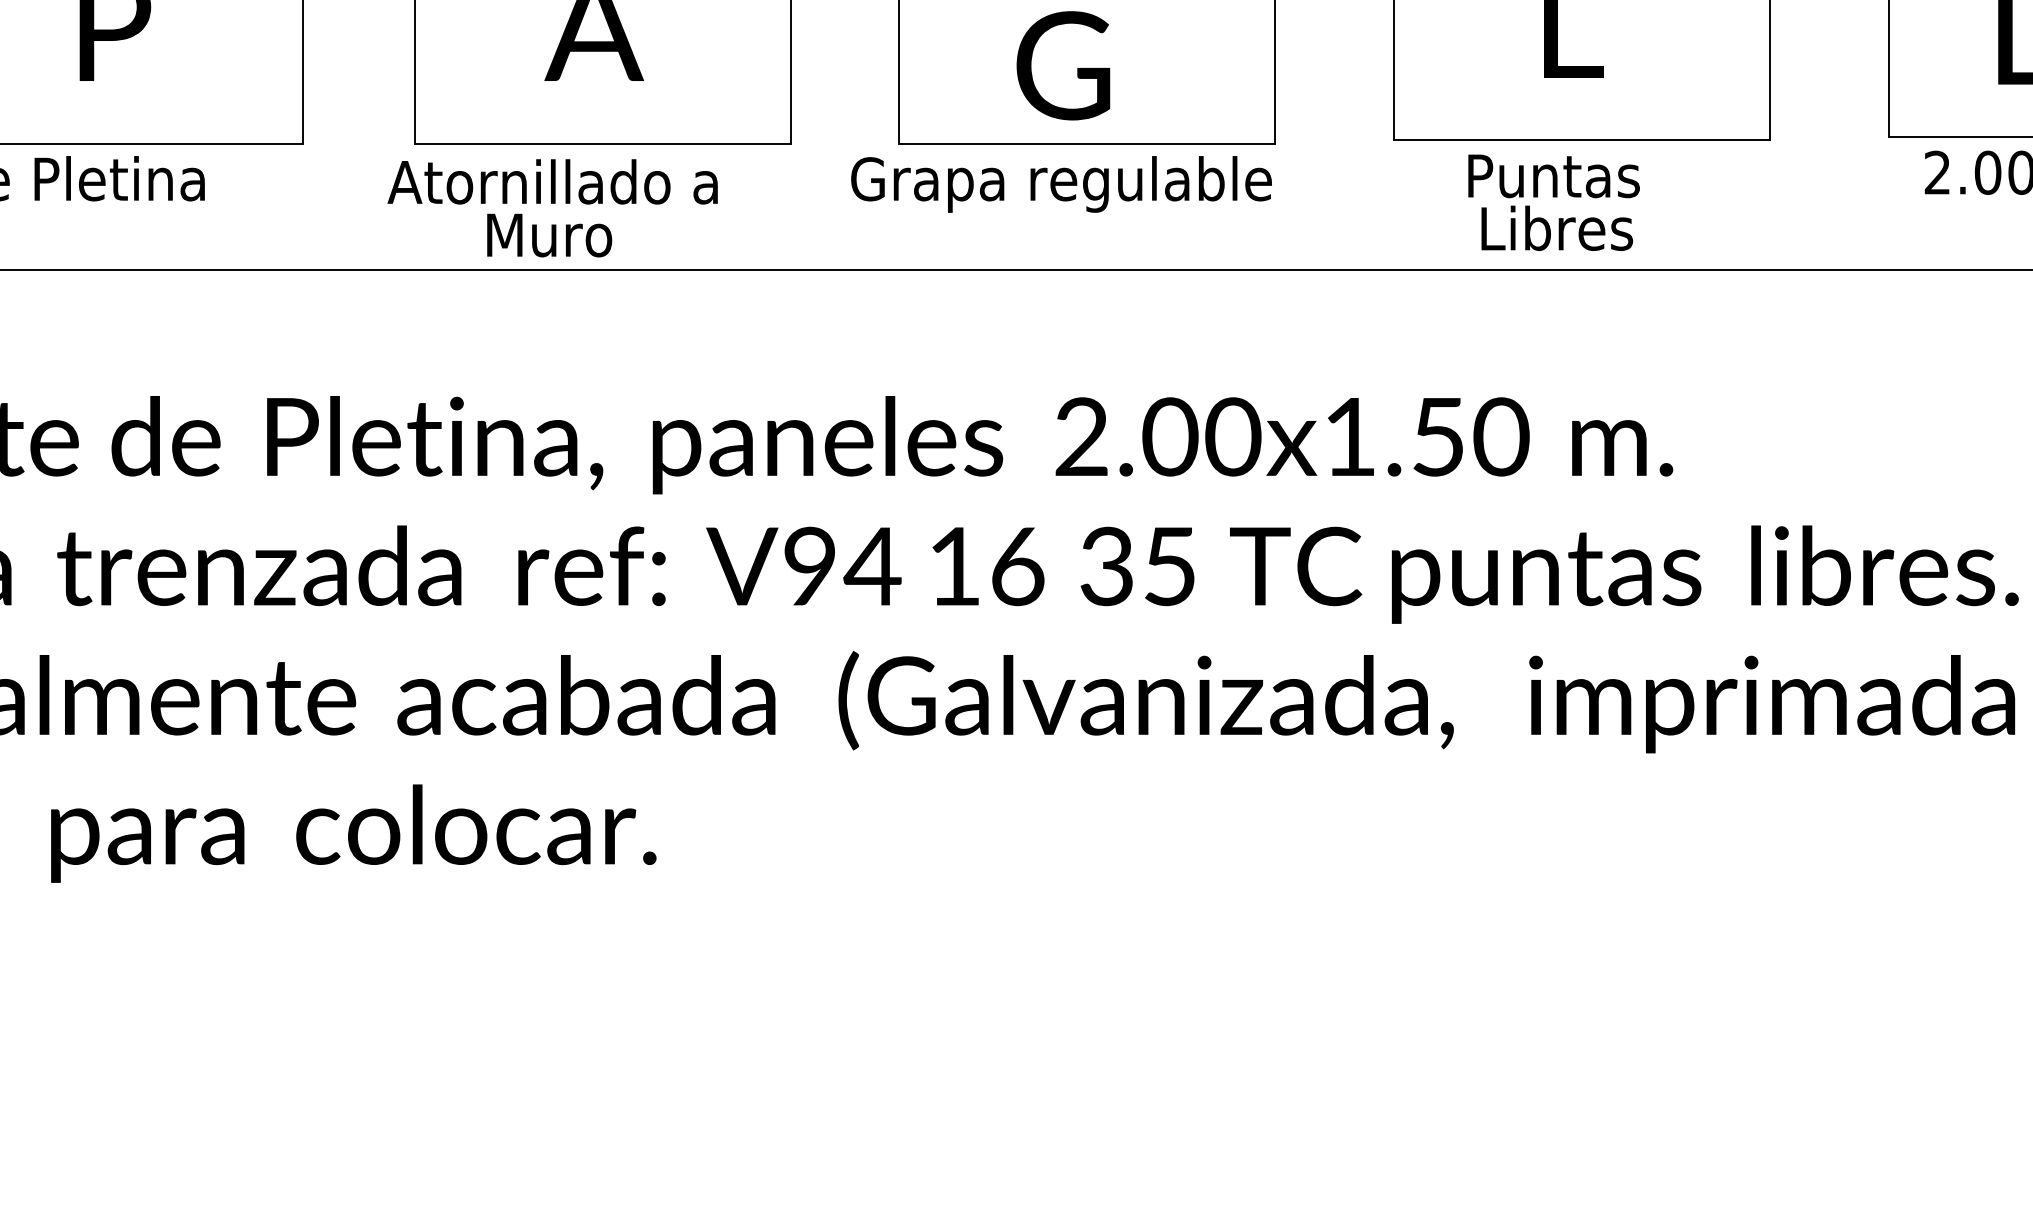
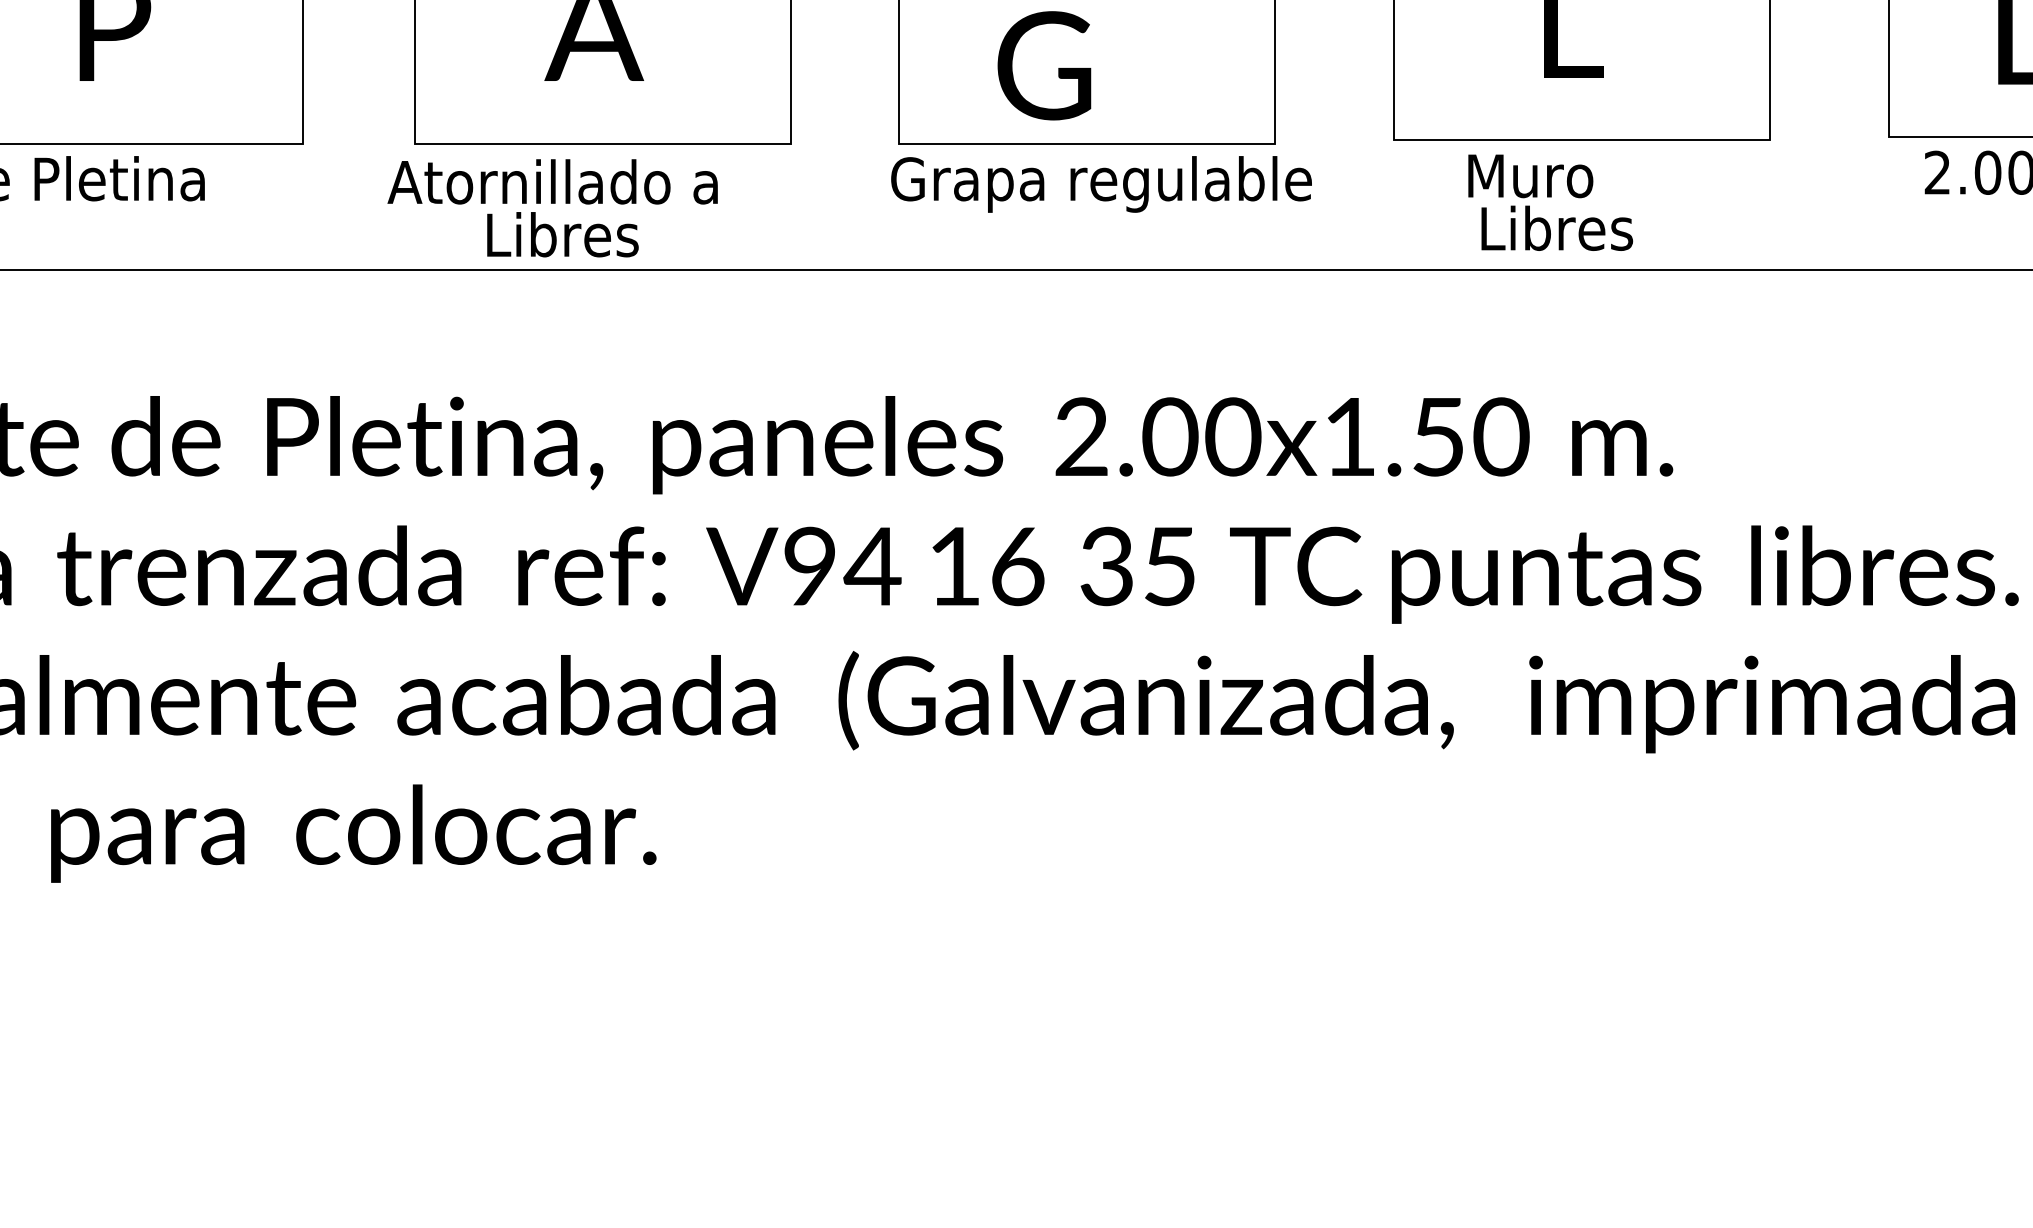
text at (1063, 65) position: (1063, 65) -> (1044, 65)
text at (1556, 176): Puntas -> Muro
text at (1061, 184) position: (1061, 184) -> (1101, 184)
text at (565, 234): Muro -> Libres
